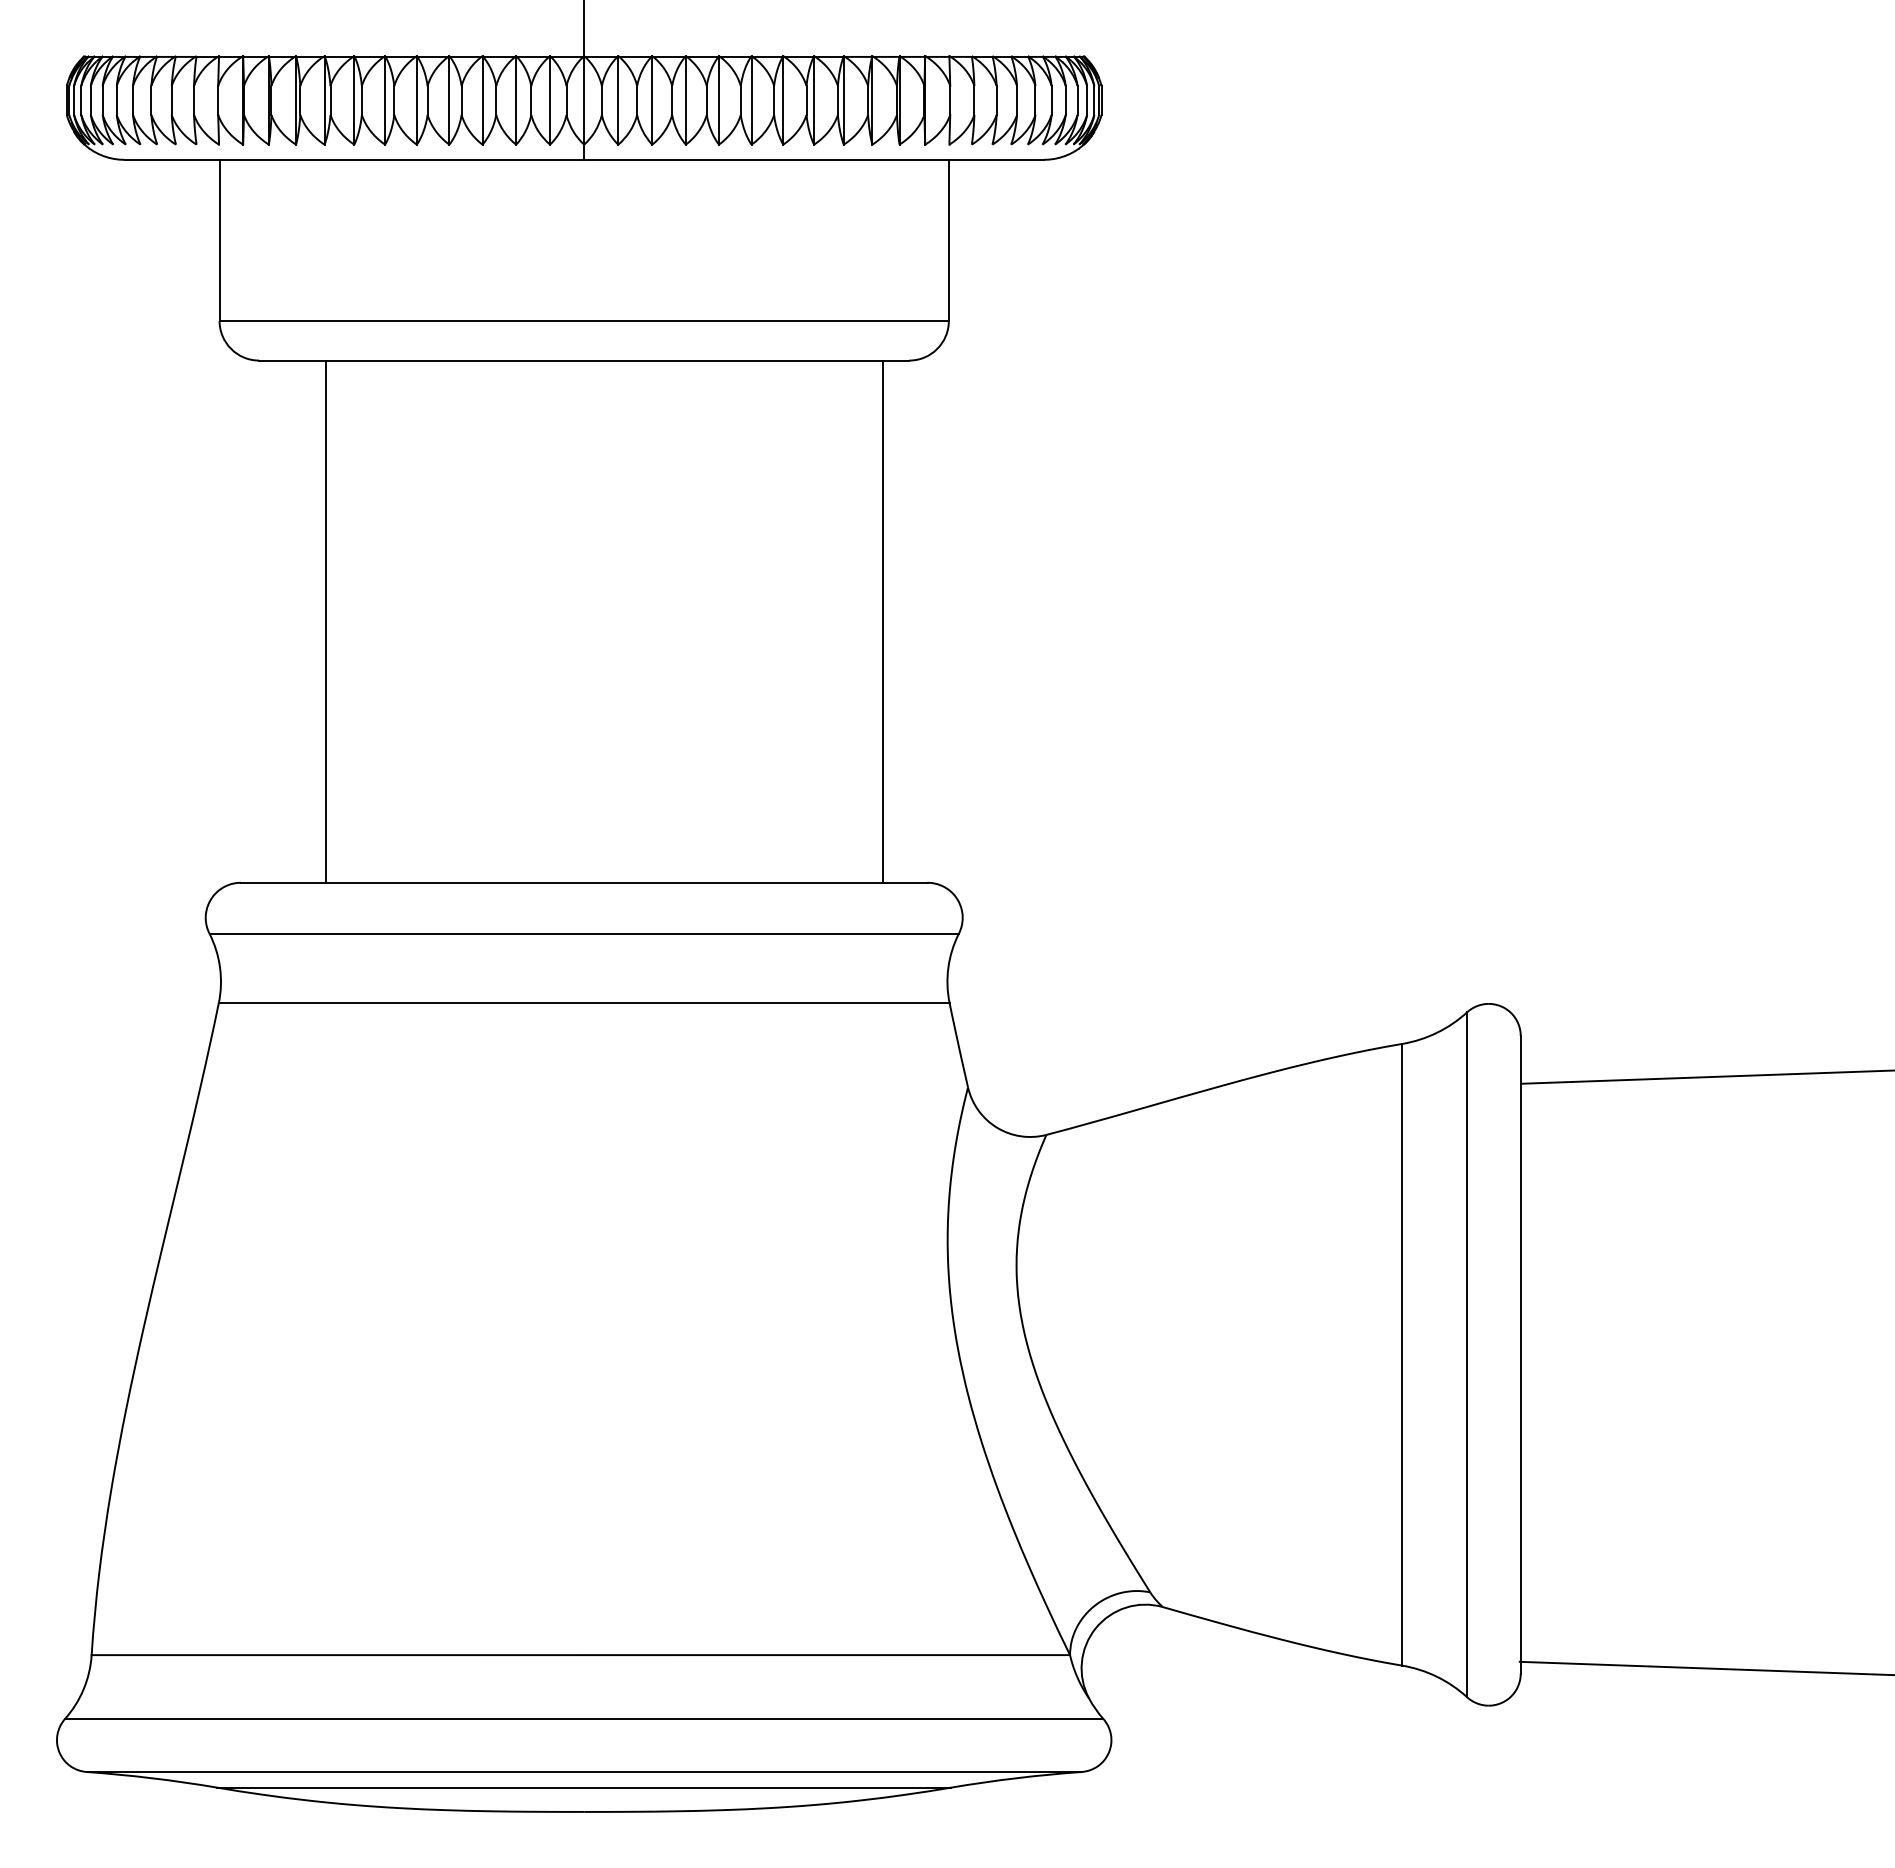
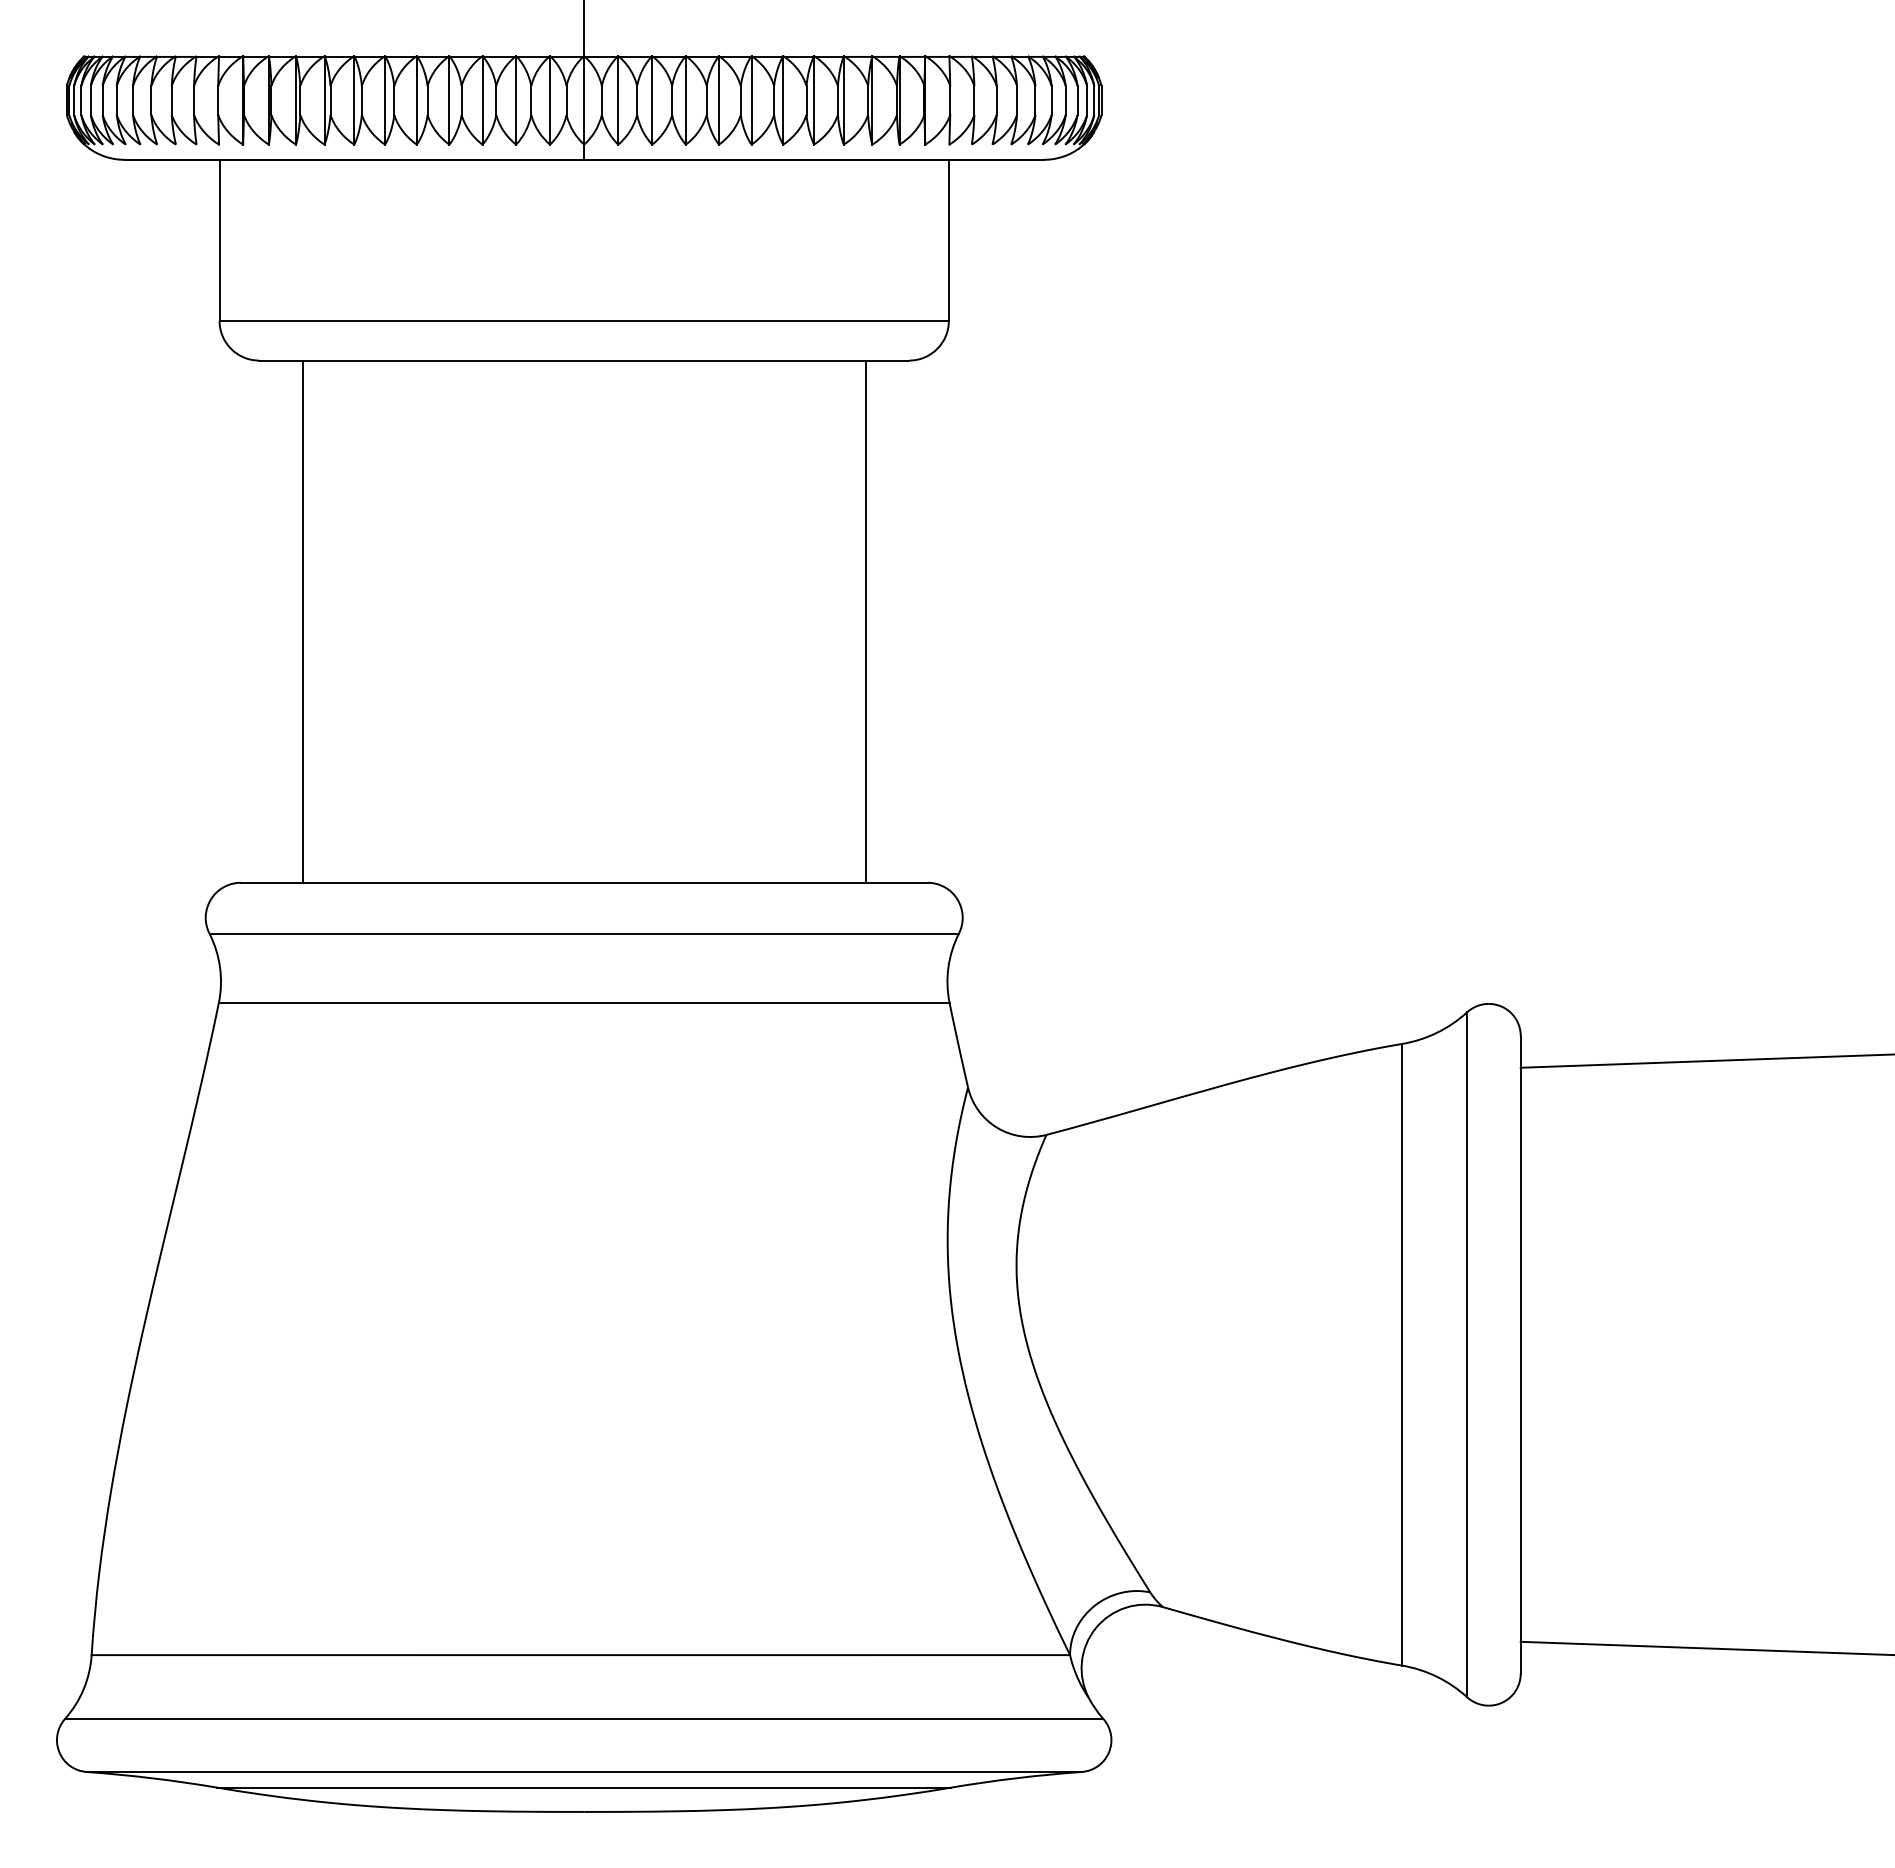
line at (325, 621) position: (325, 621) -> (302, 621)
line at (882, 621) position: (882, 621) -> (865, 621)
line at (1706, 1076) position: (1706, 1076) -> (1705, 1060)
line at (1705, 1668) position: (1705, 1668) -> (1705, 1648)
